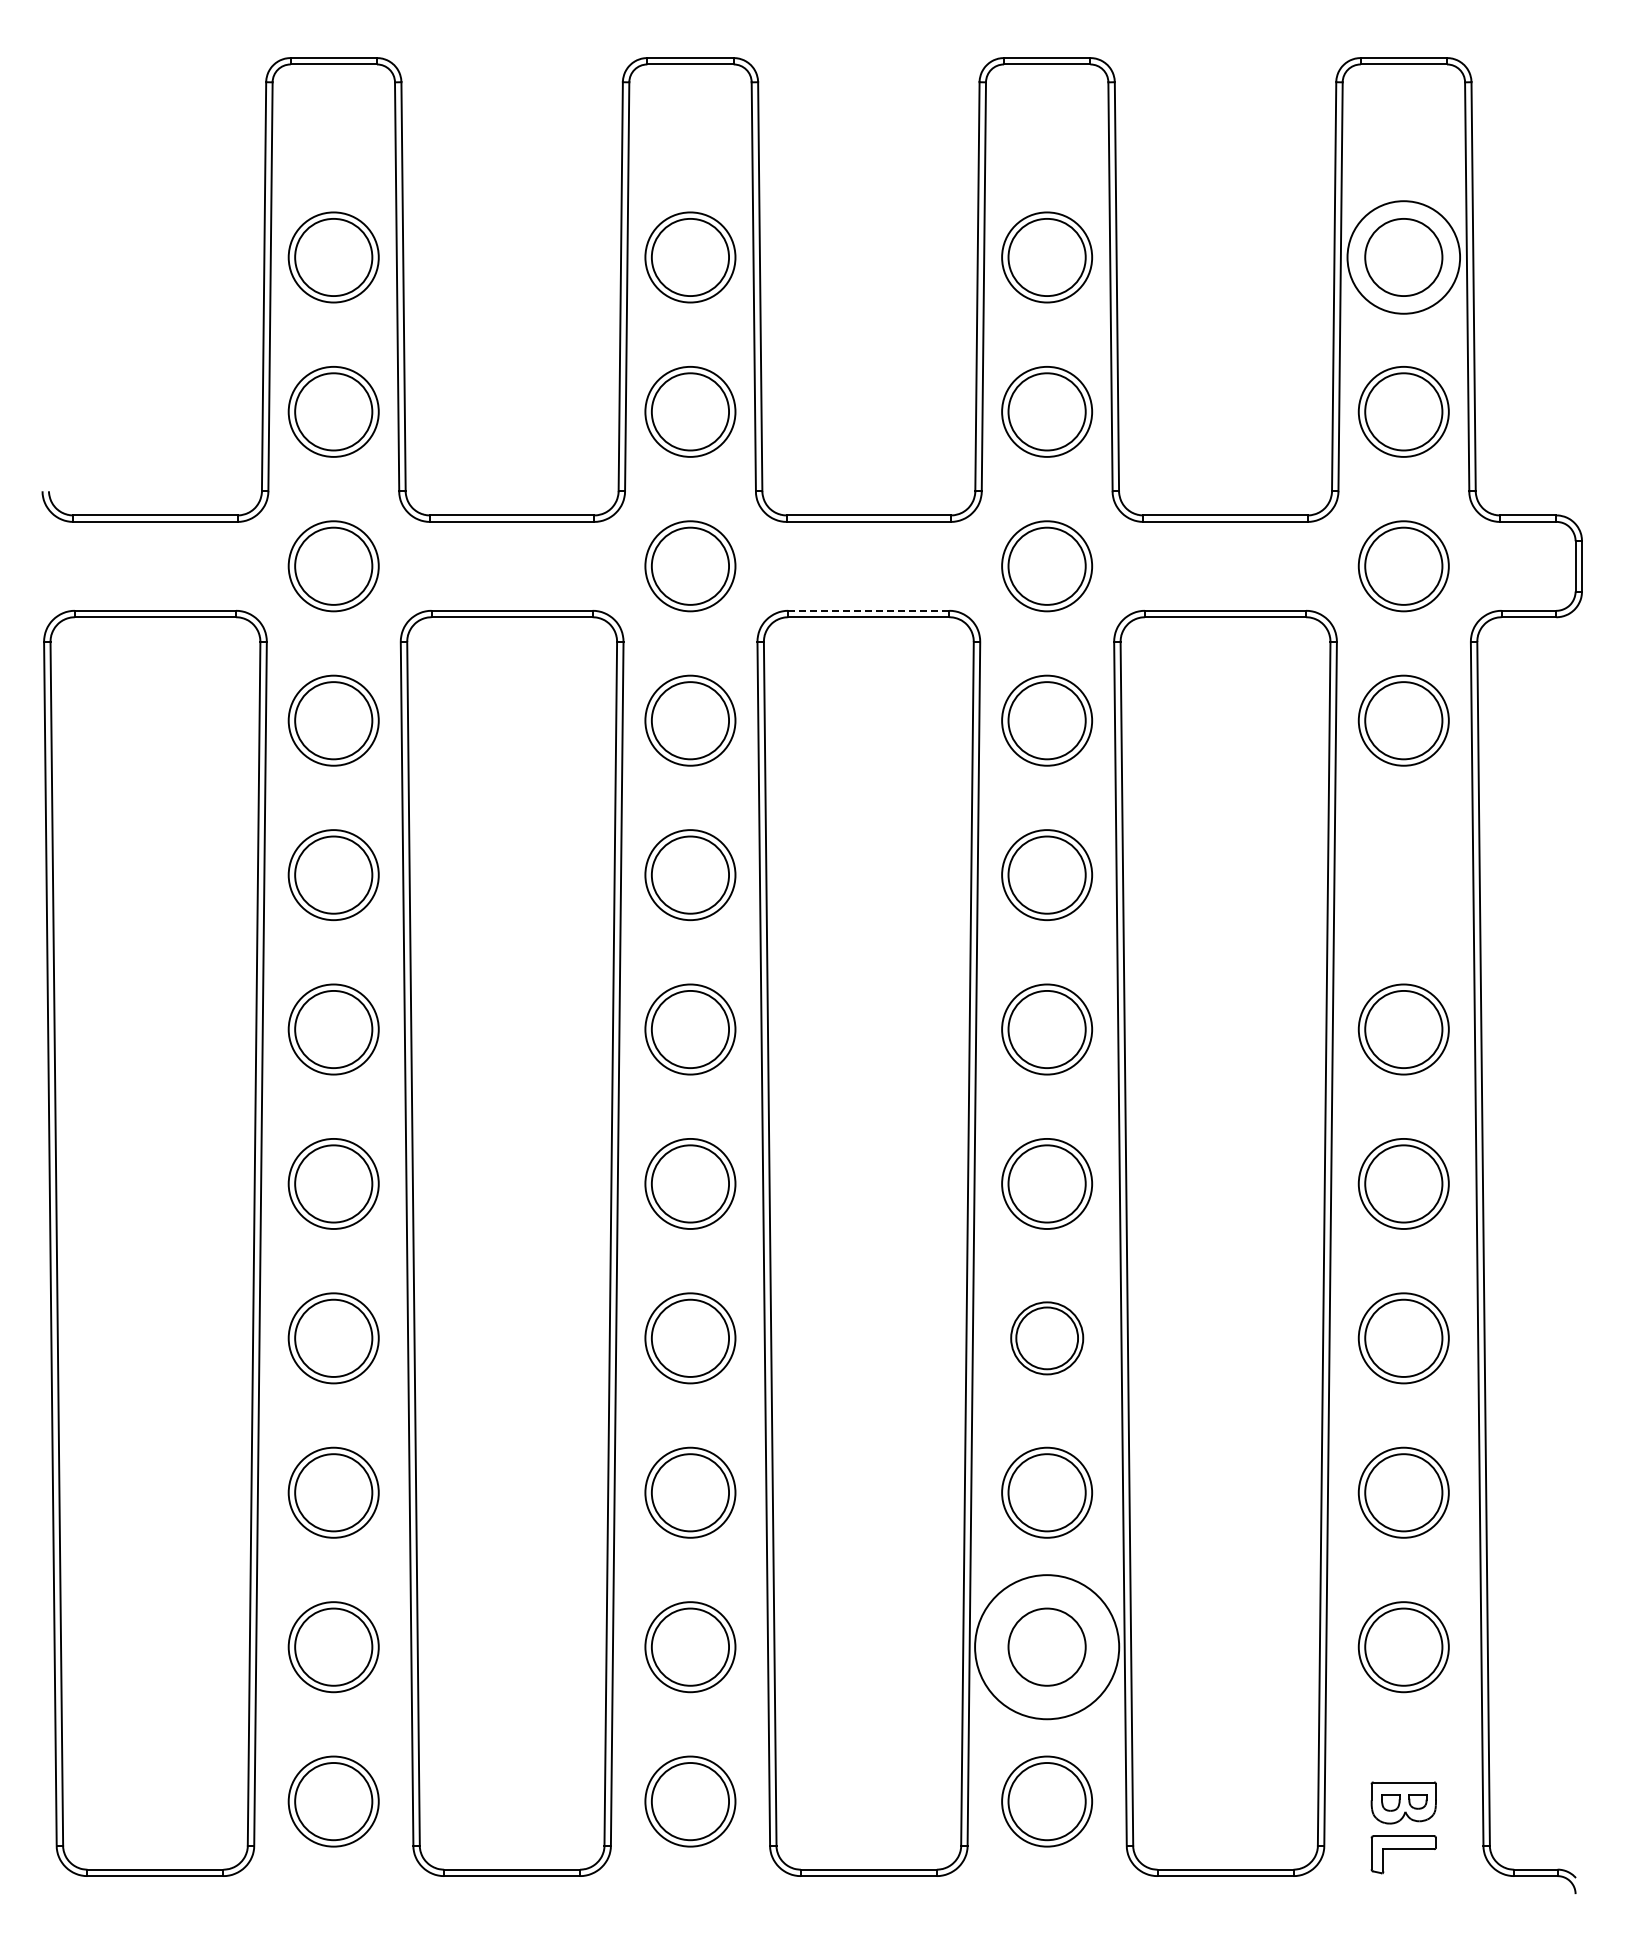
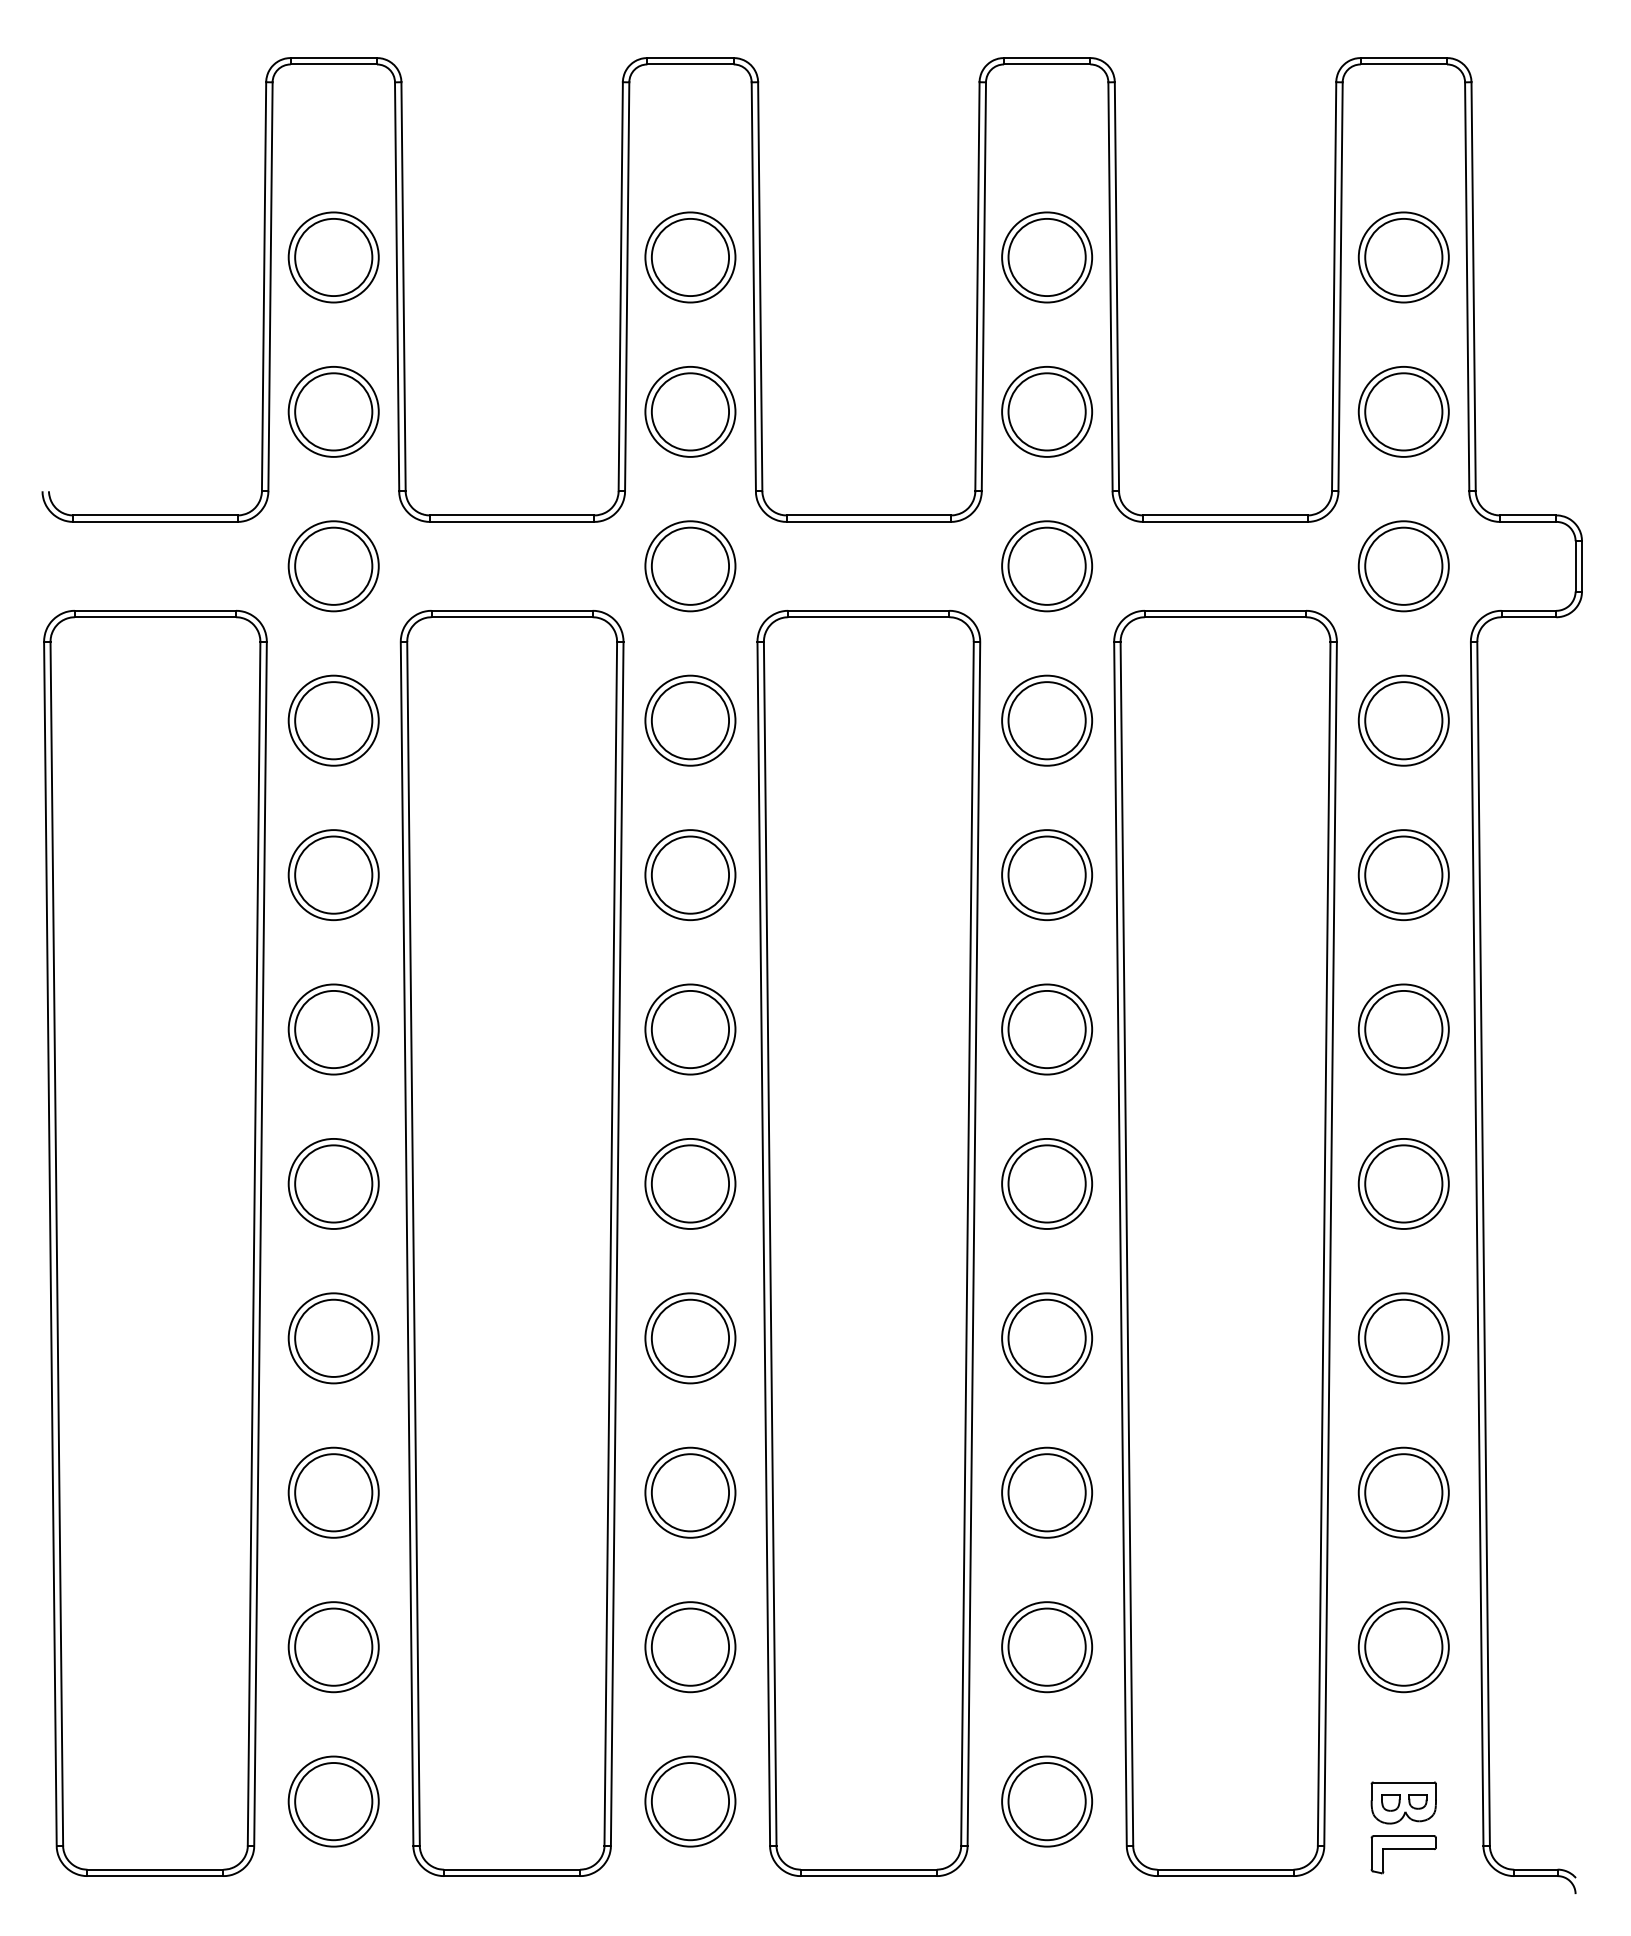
circle at (1403, 257) diameter: 113 px -> 90 px
line at (868, 610): dashed -> solid
part at (1403, 875): none -> present
part at (1047, 1338) size: 75x75 px -> 93x93 px
circle at (1047, 1647) diameter: 144 px -> 90 px
